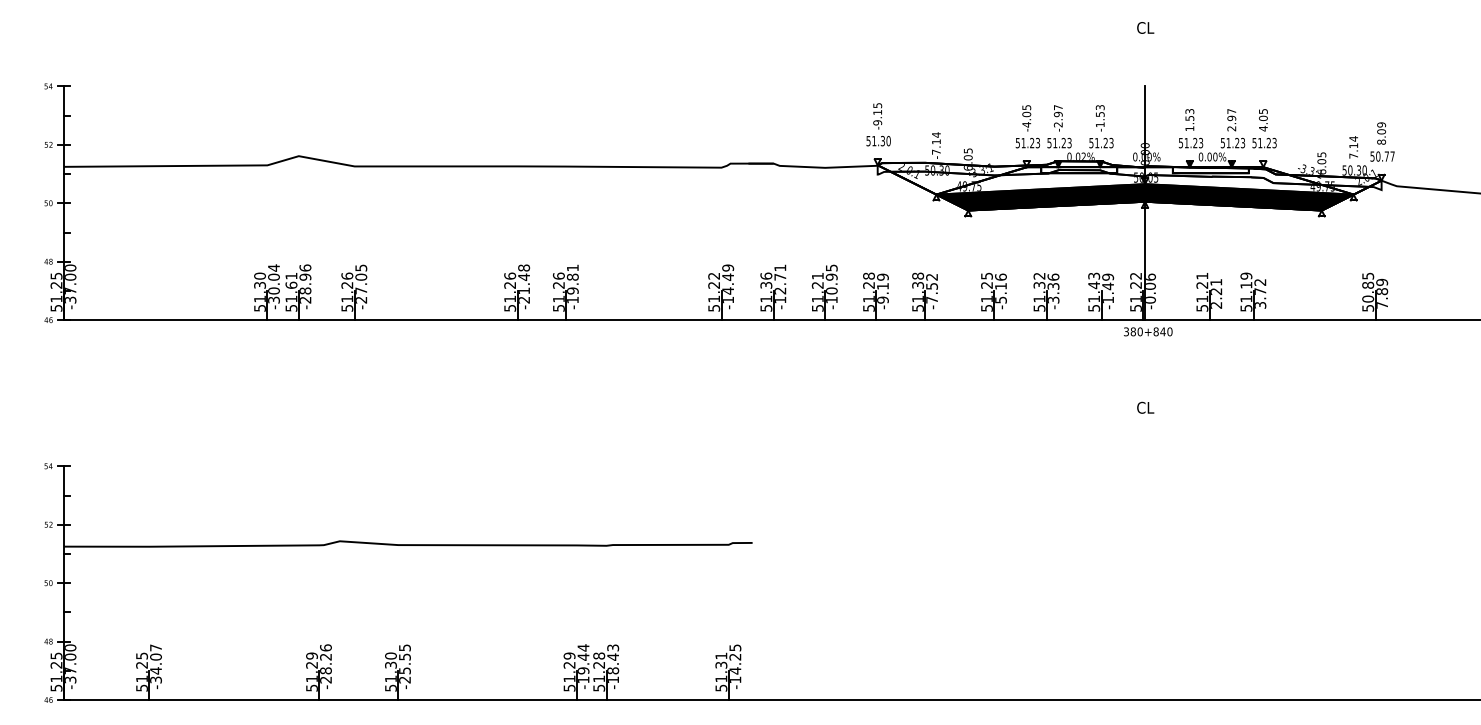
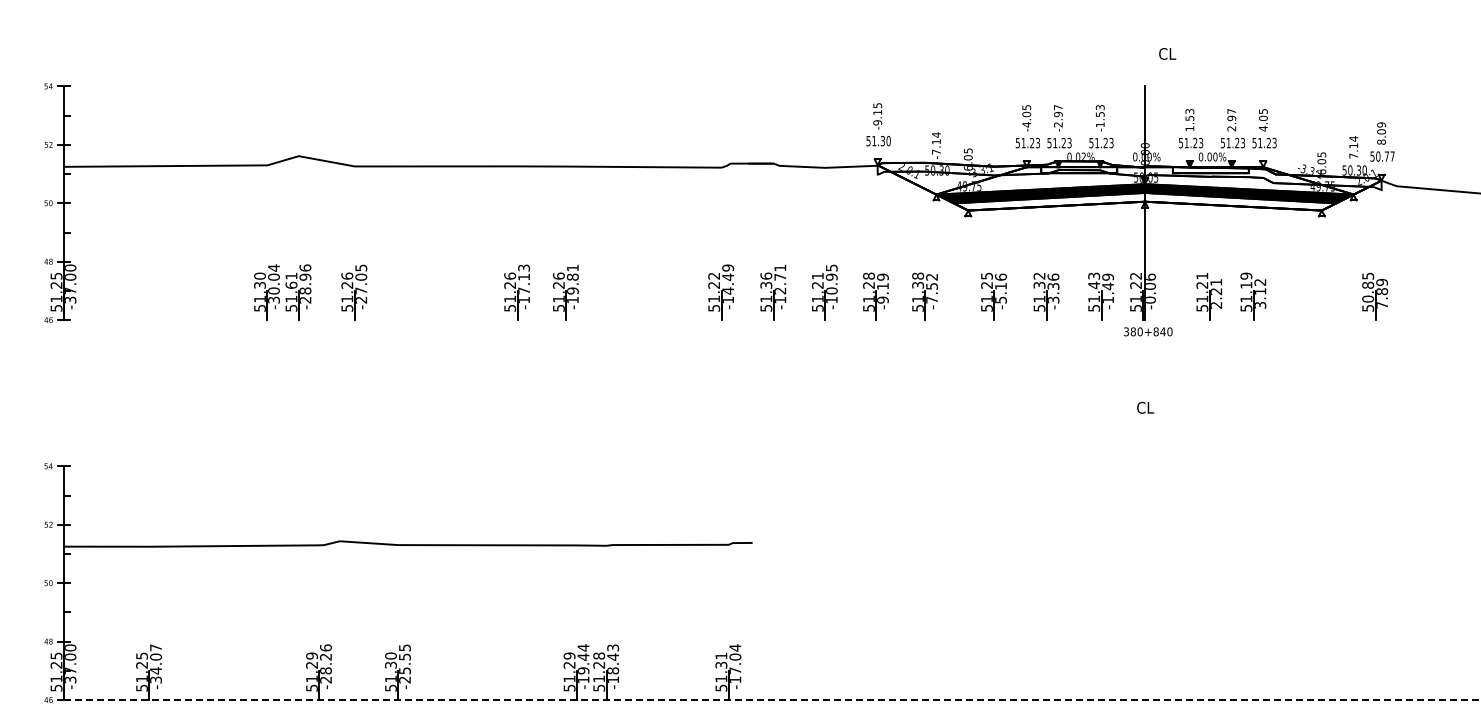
text at (1145, 27) position: (1145, 27) -> (1167, 53)
fill at (1144, 201): present -> none
text at (524, 283): -21.48 -> -17.13
text at (1260, 291): 3.72 -> 3.12
line at (770, 320): present -> none
text at (735, 659): -14.25 -> -17.04
line at (772, 700): solid -> dashed
